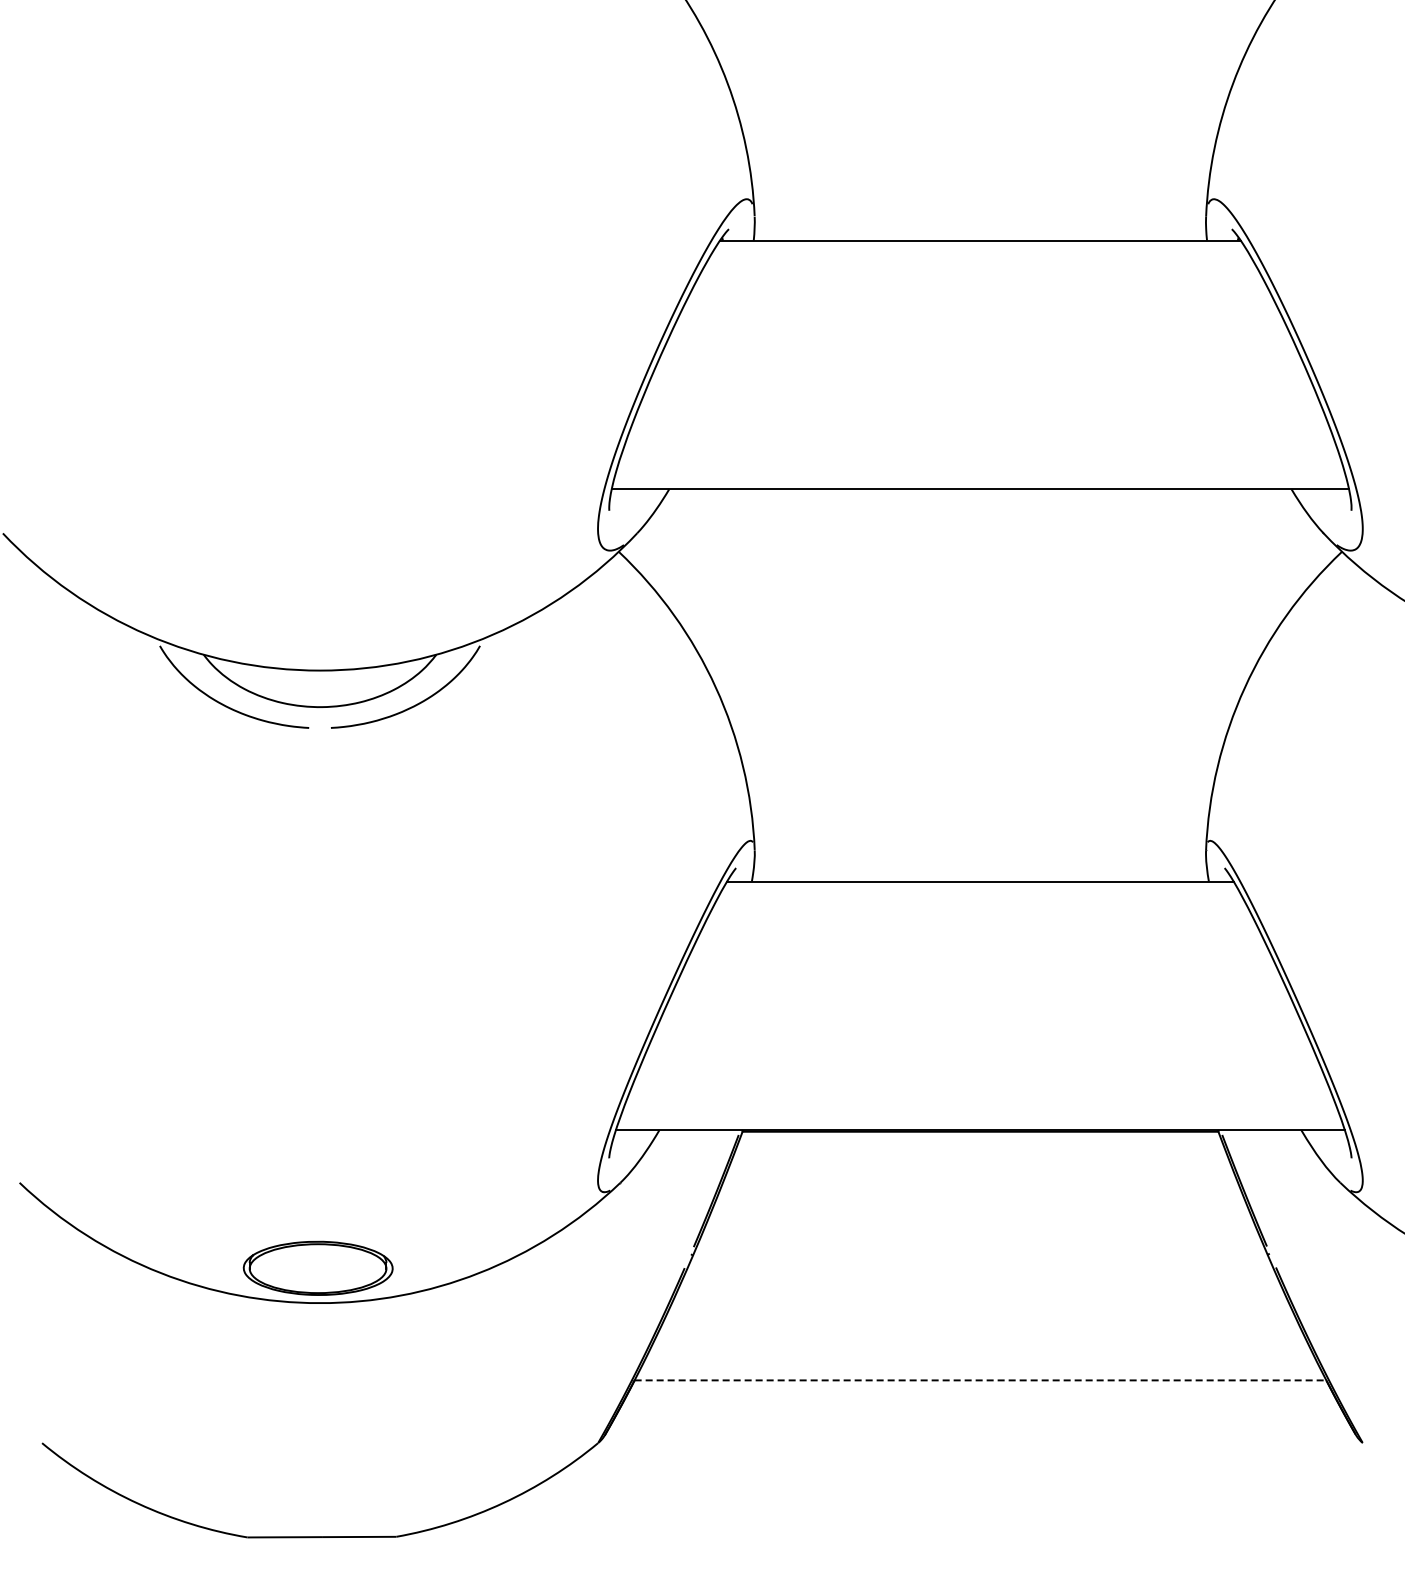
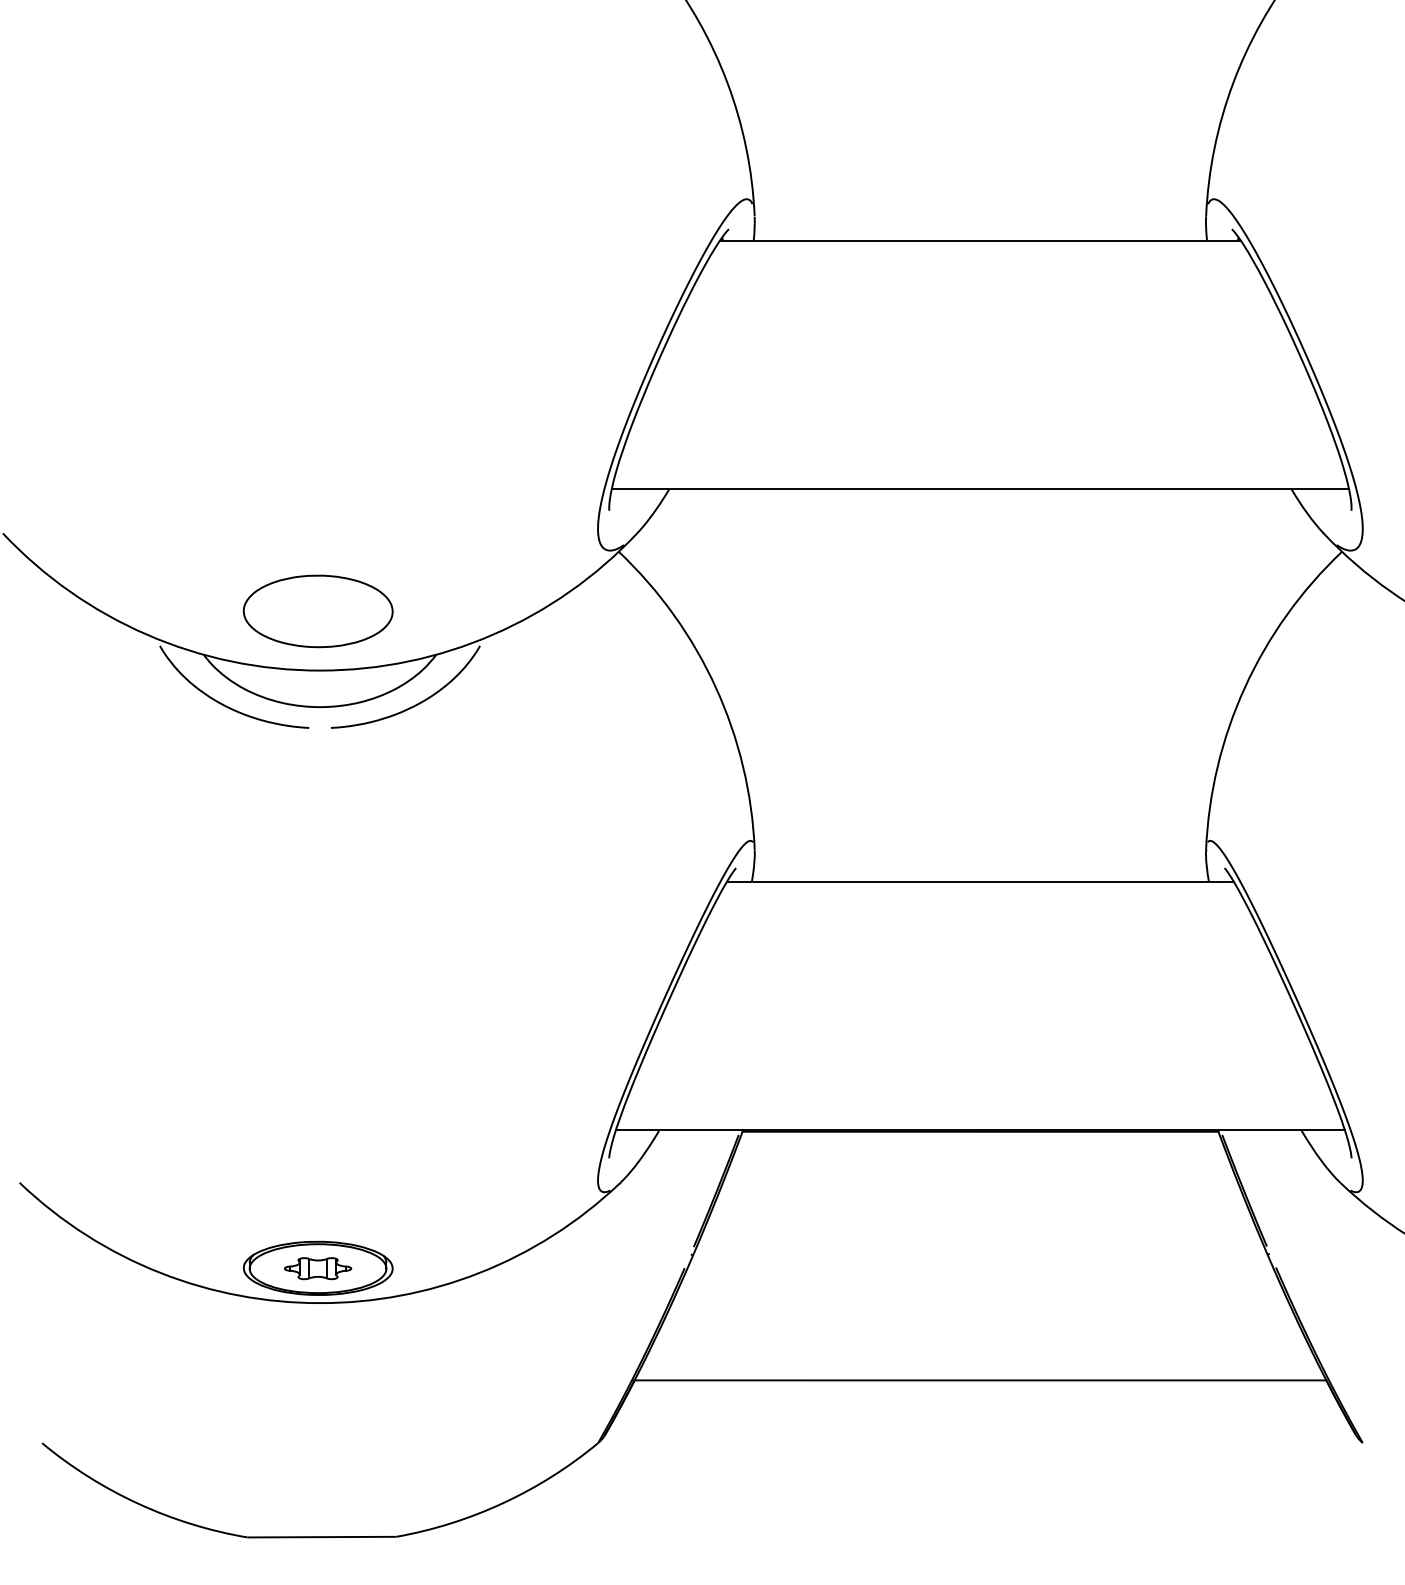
part at (317, 611): none -> present
part at (318, 1268): none -> present
line at (980, 1380): dashed -> solid
